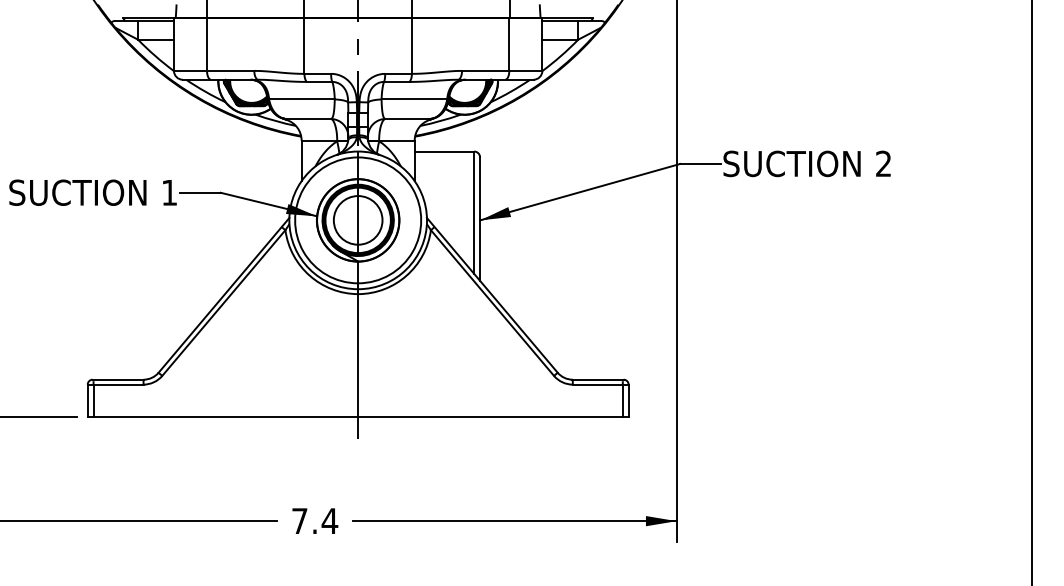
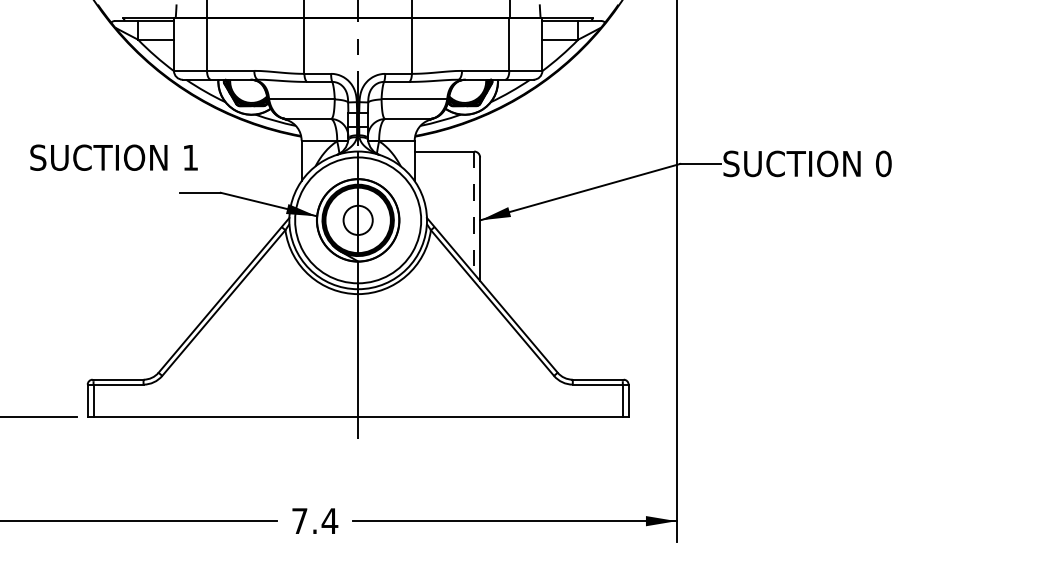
text at (883, 163): 2 -> 0
text at (92, 192) position: (92, 192) -> (113, 157)
line at (474, 213): solid -> dashed
circle at (357, 220) diameter: 49 px -> 29 px
line at (1032, 292): present -> none
